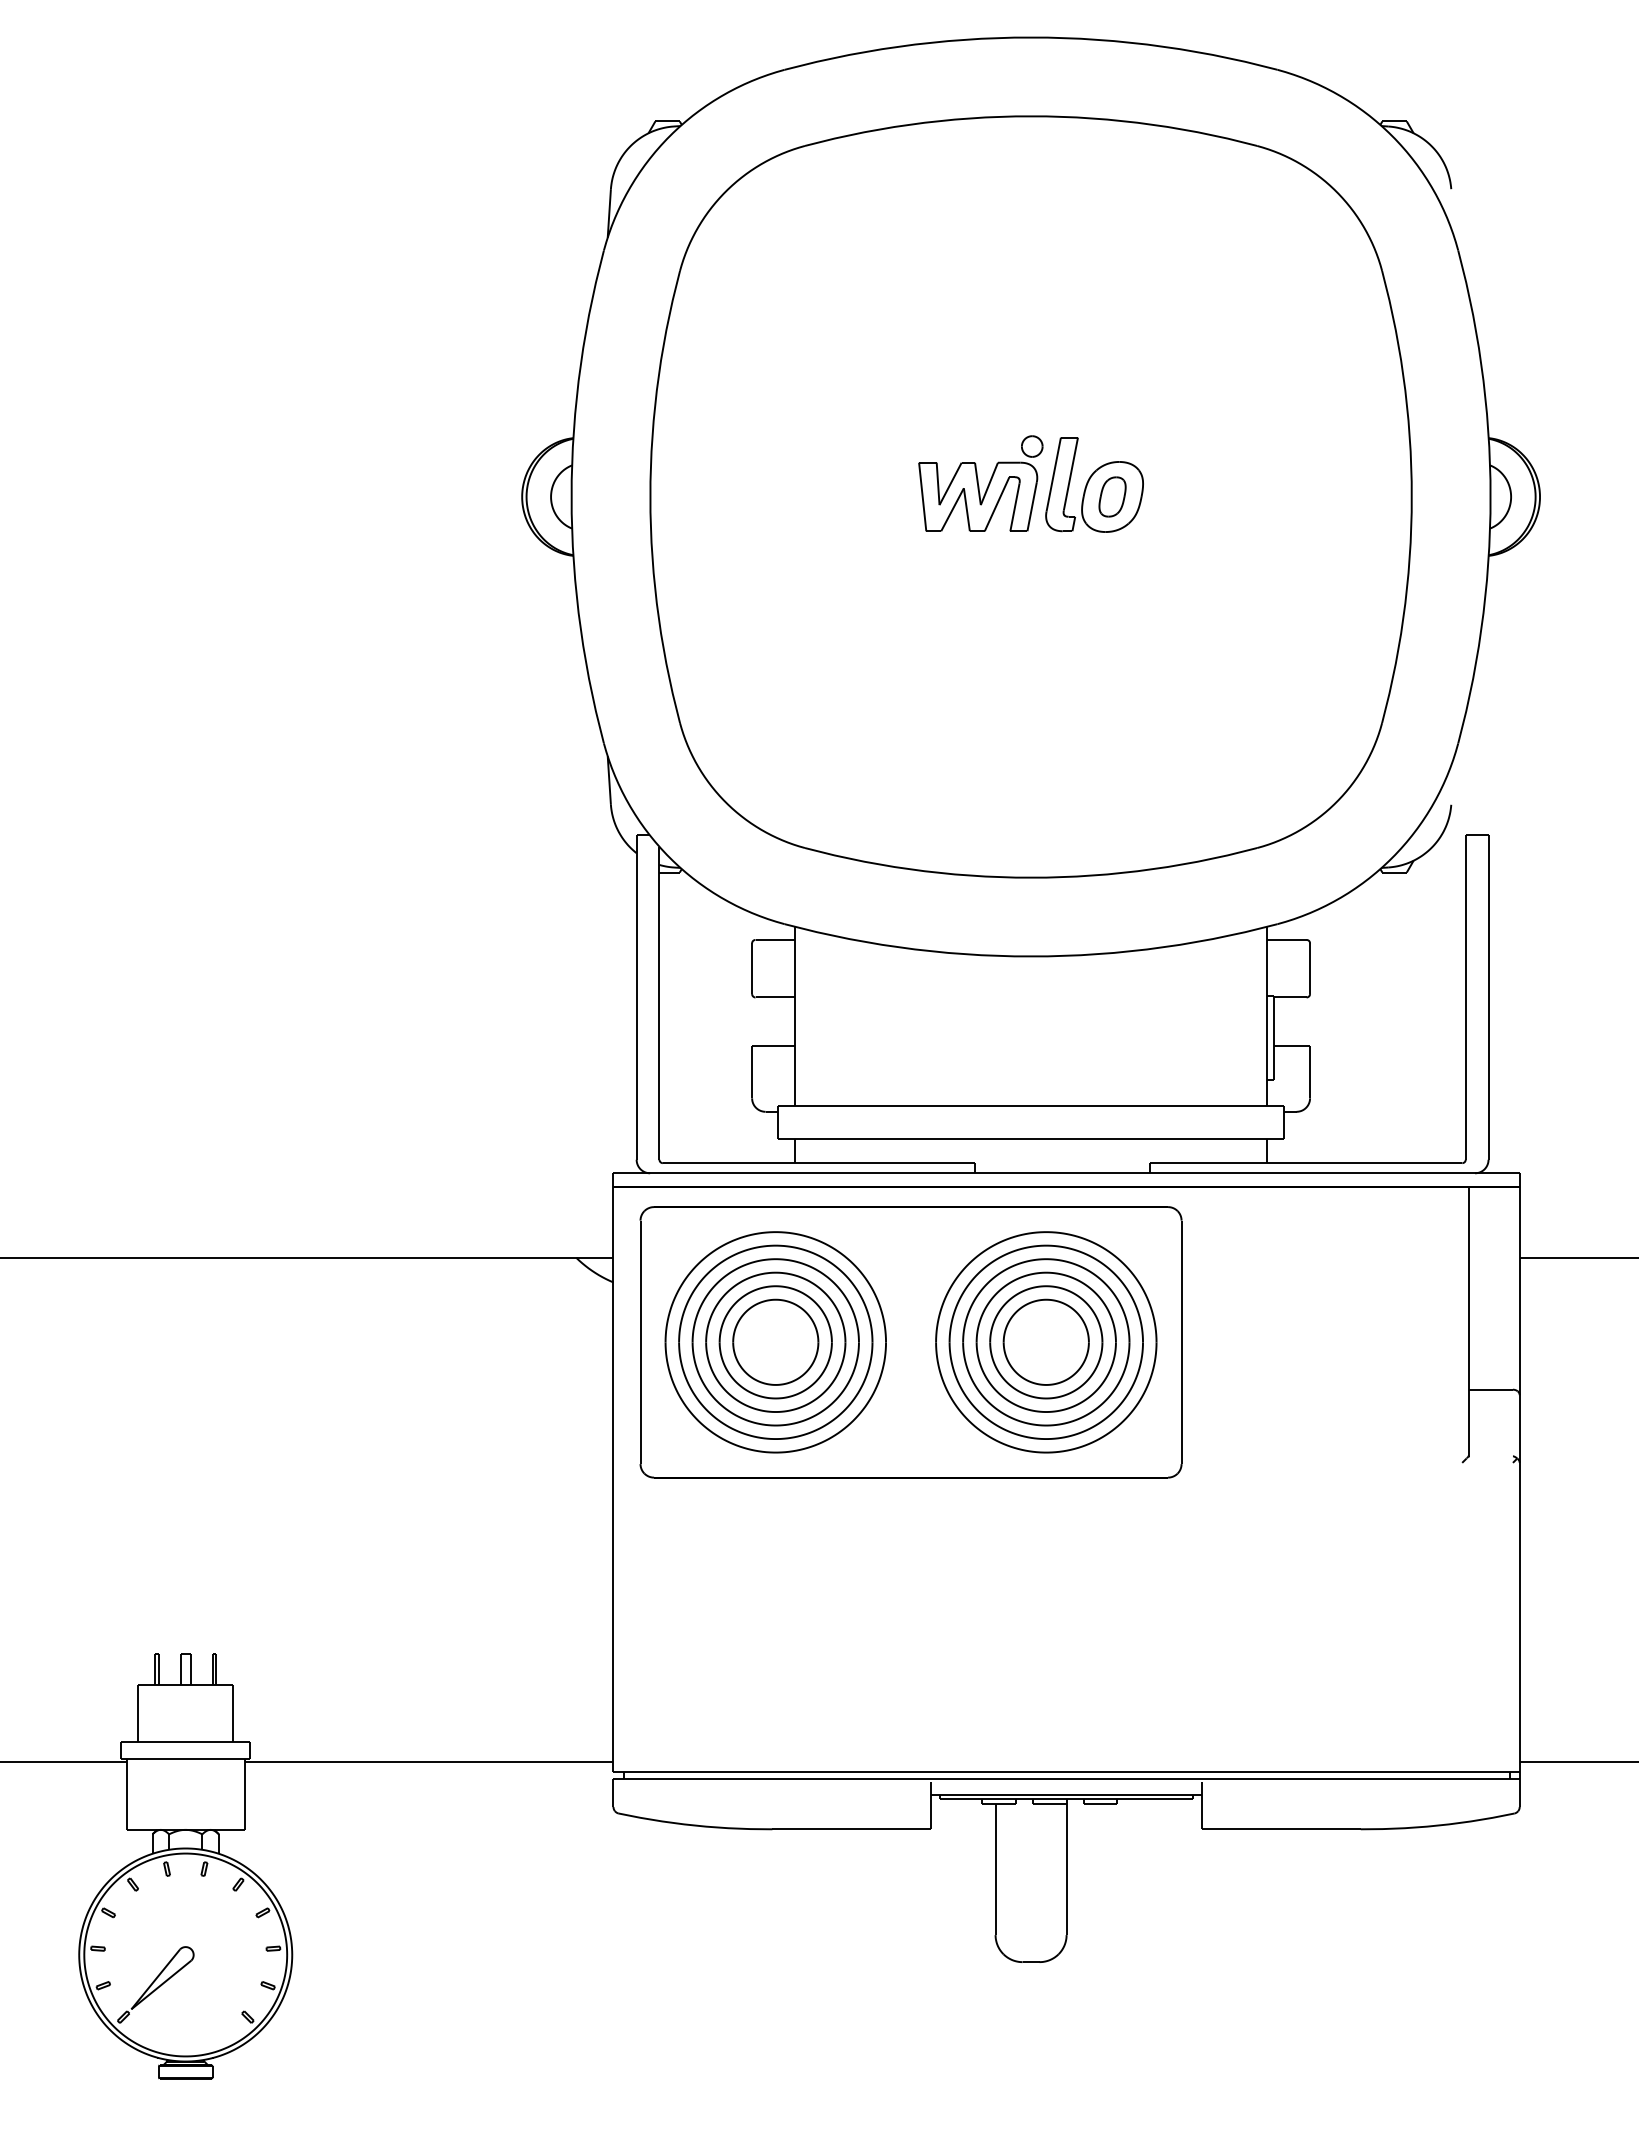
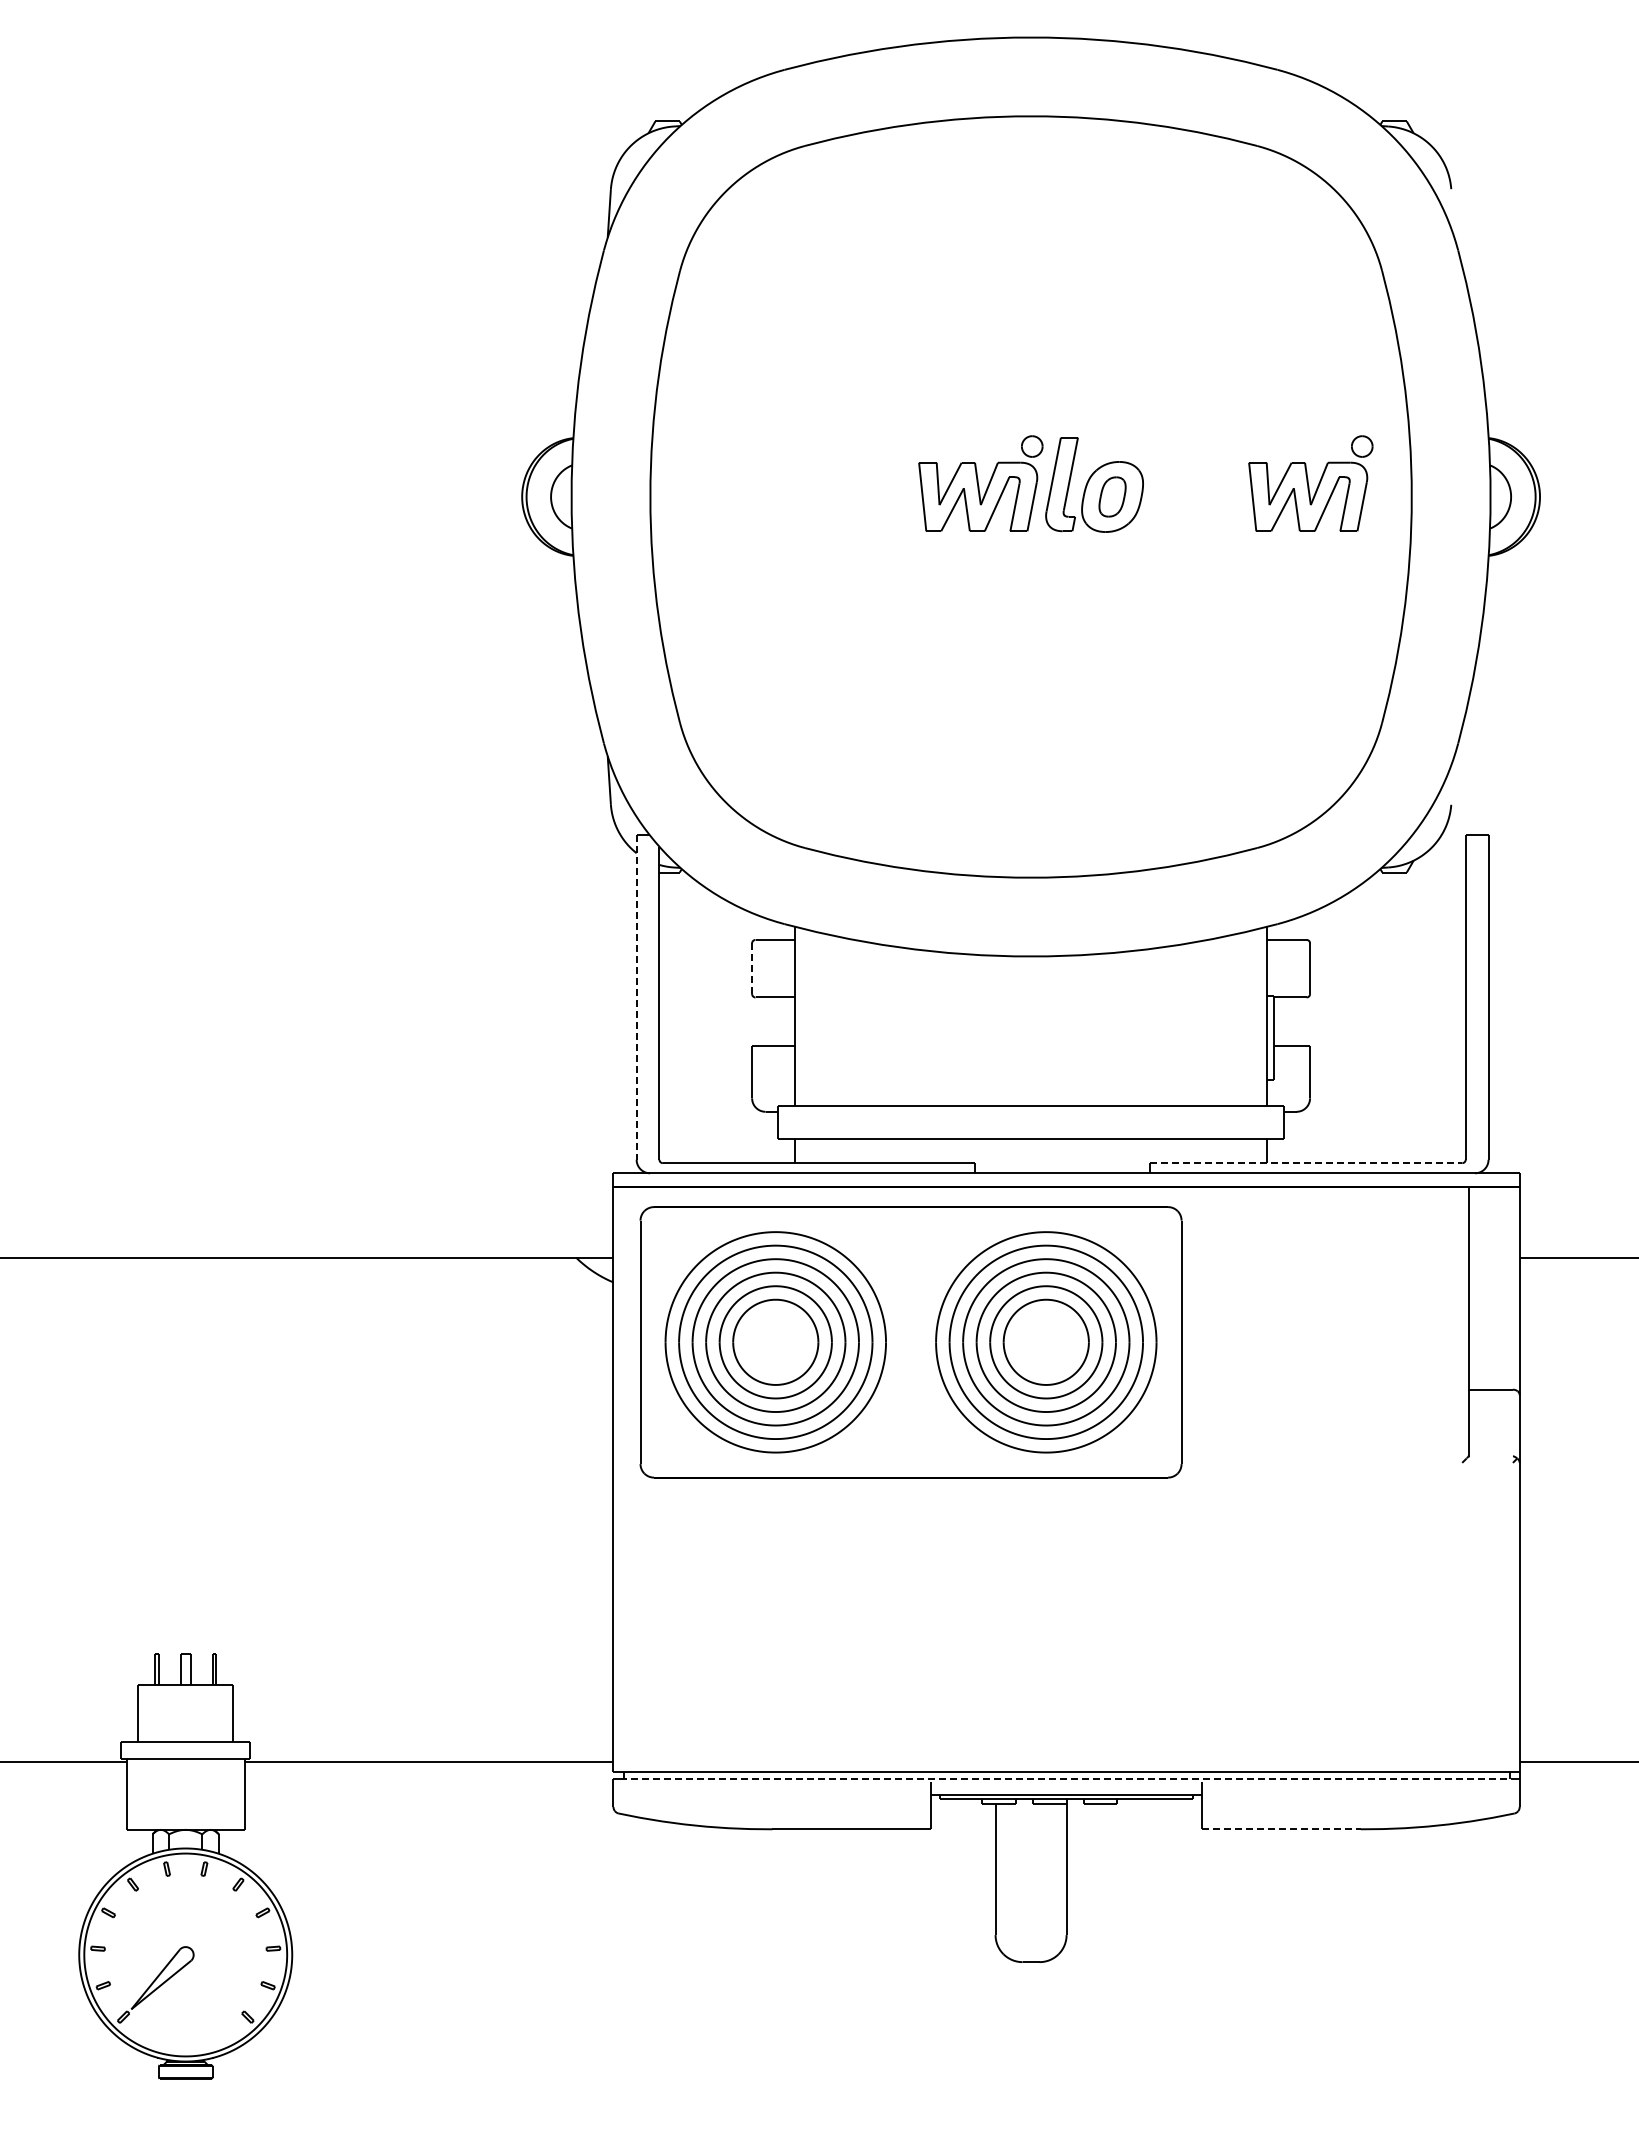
part at (1310, 483): none -> present
line at (752, 968): solid -> dashed
line at (636, 997): solid -> dashed
line at (1306, 1163): solid -> dashed
line at (1067, 1778): solid -> dashed
line at (1281, 1829): solid -> dashed
